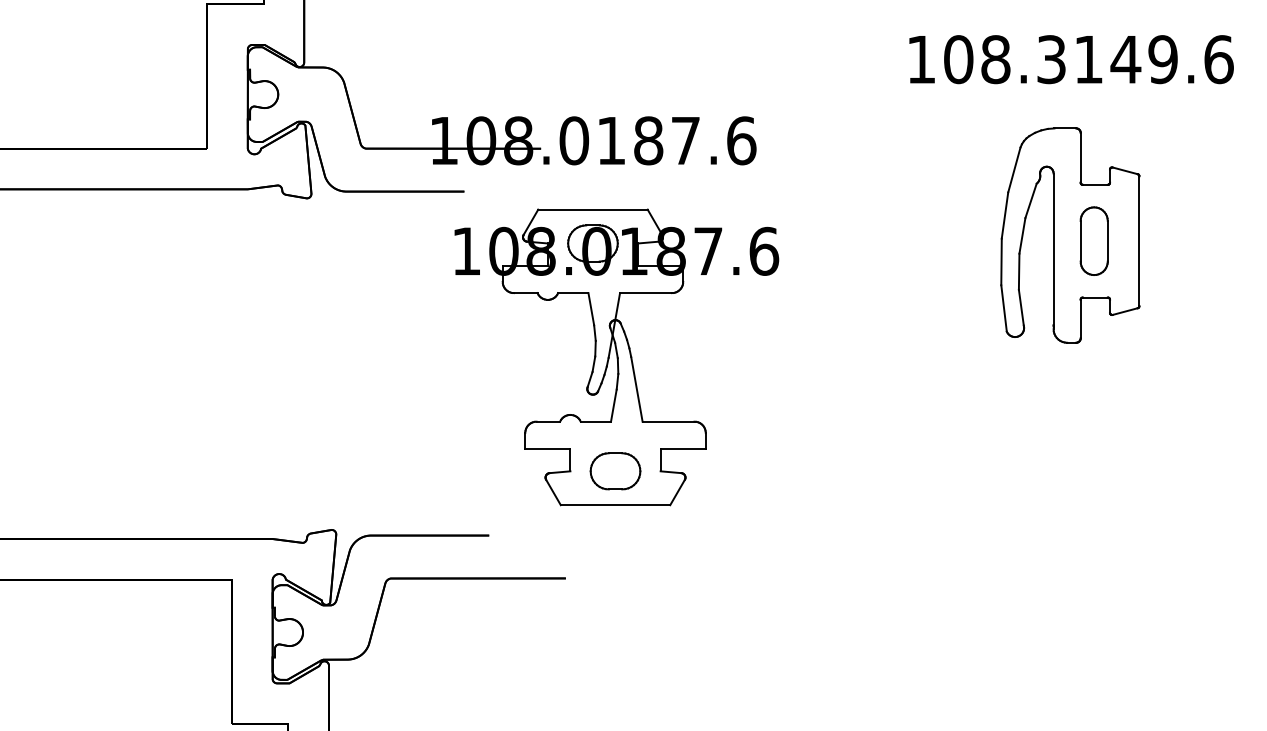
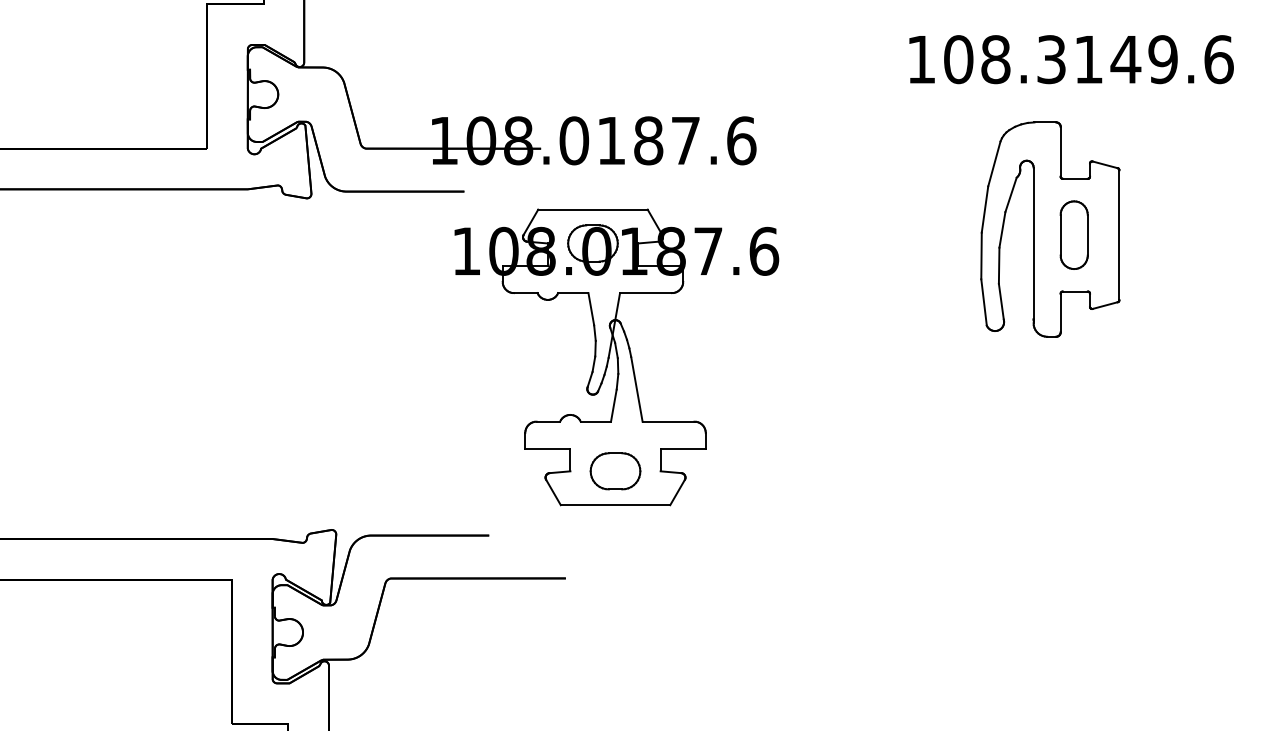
part at (1070, 235) position: (1070, 235) -> (1050, 229)
